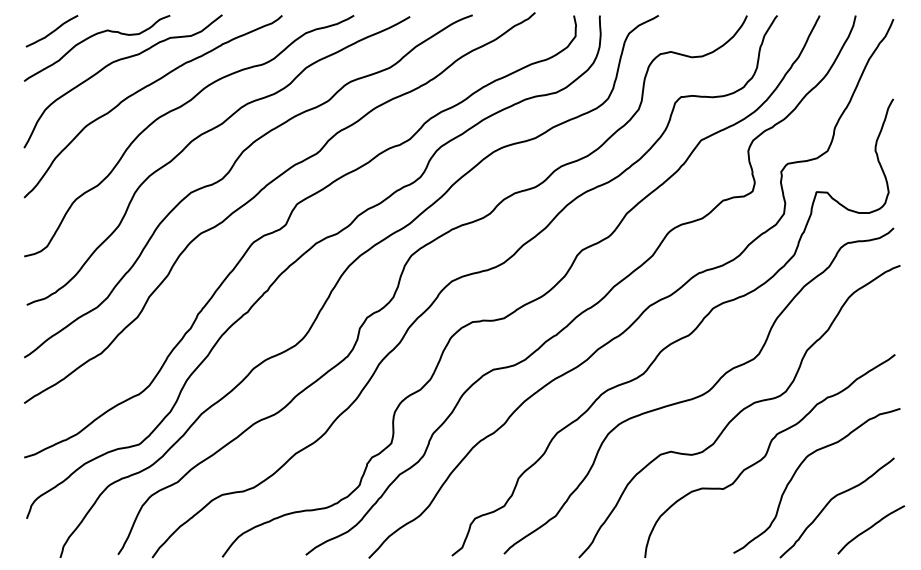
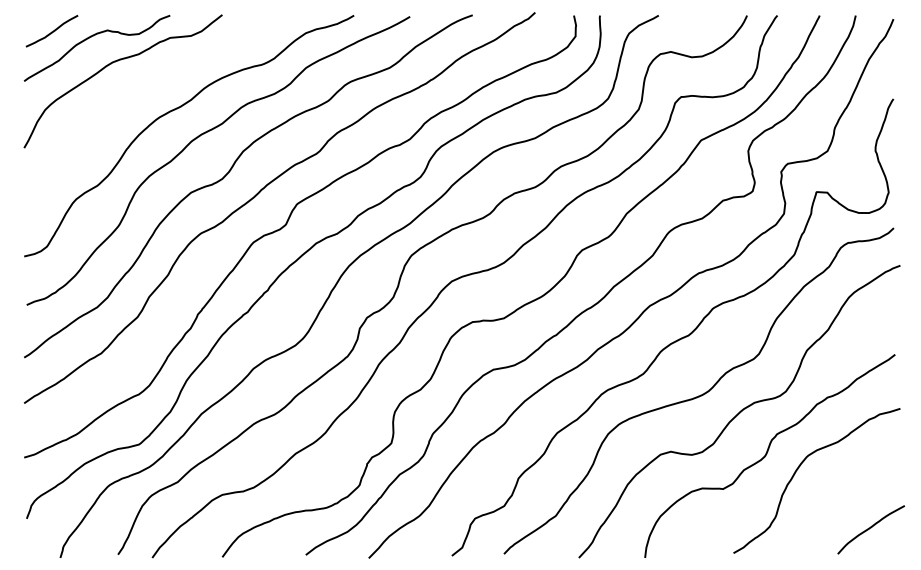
curve at (143, 89): present -> none
curve at (829, 503): present -> none
